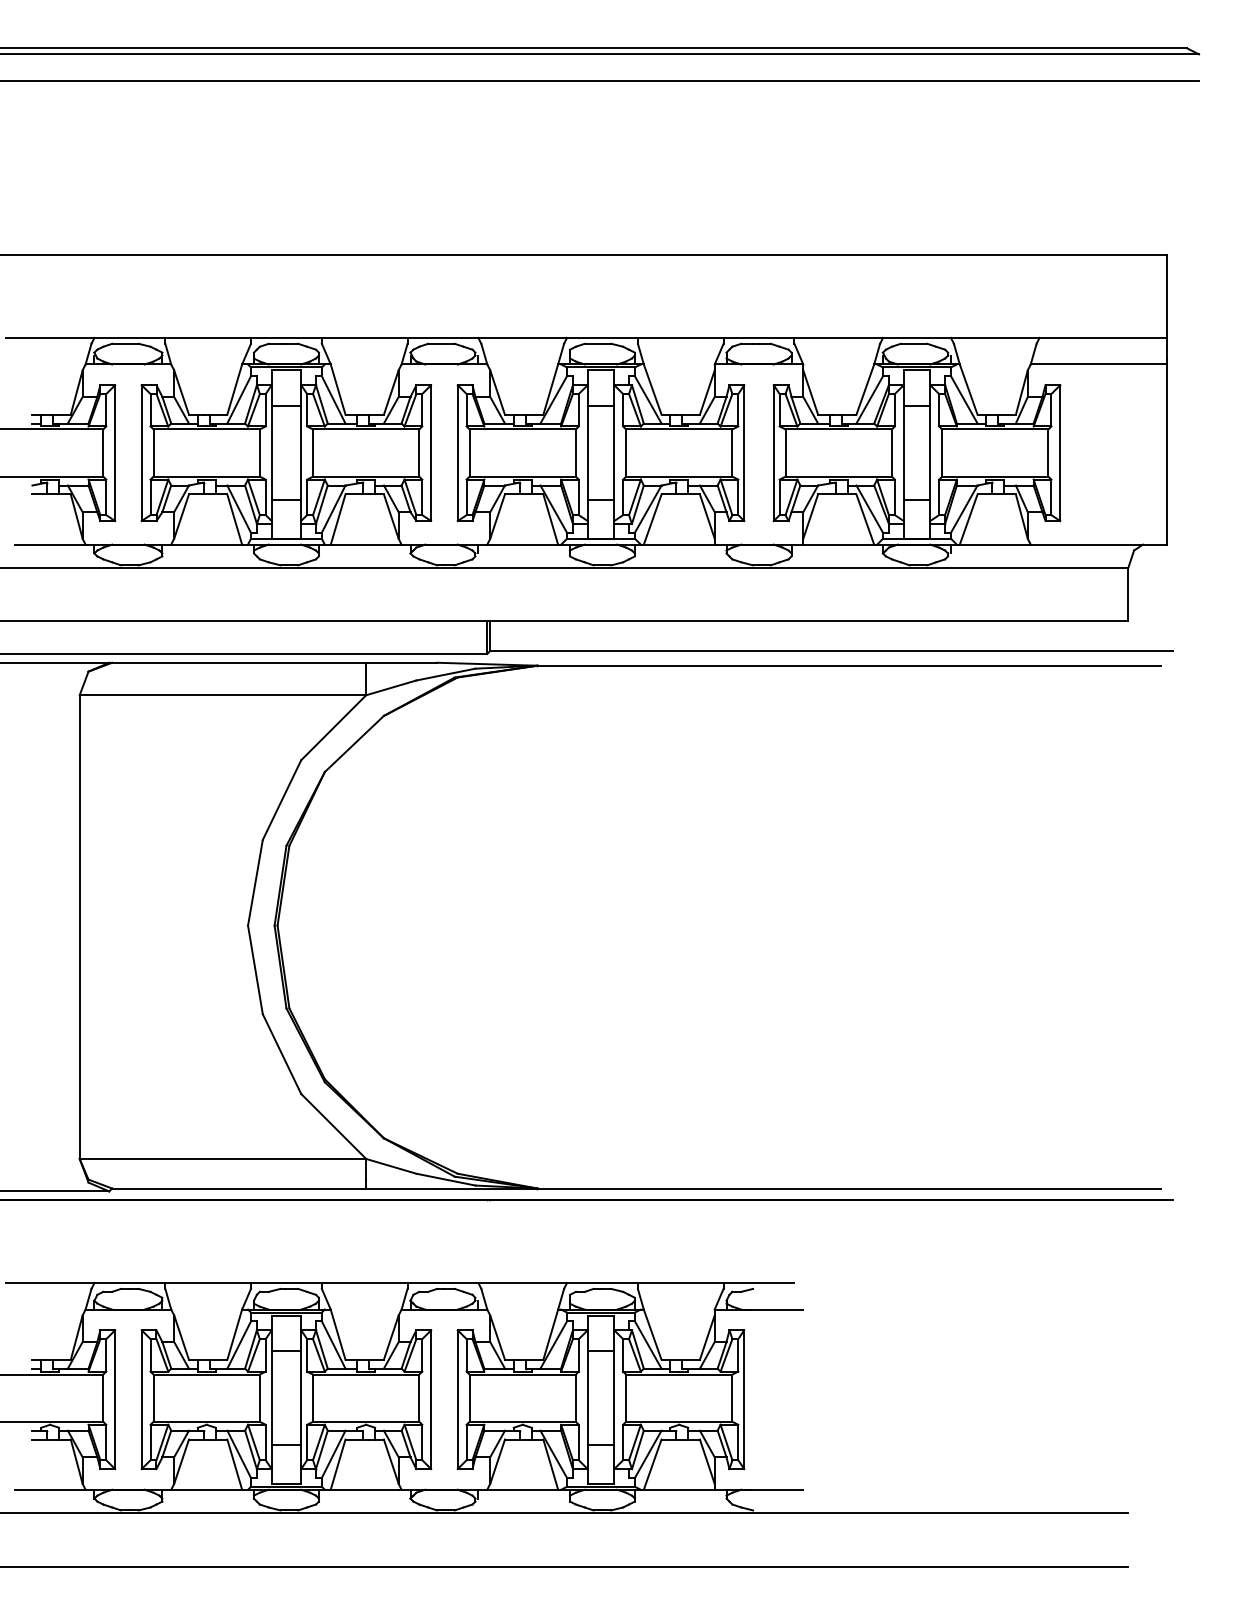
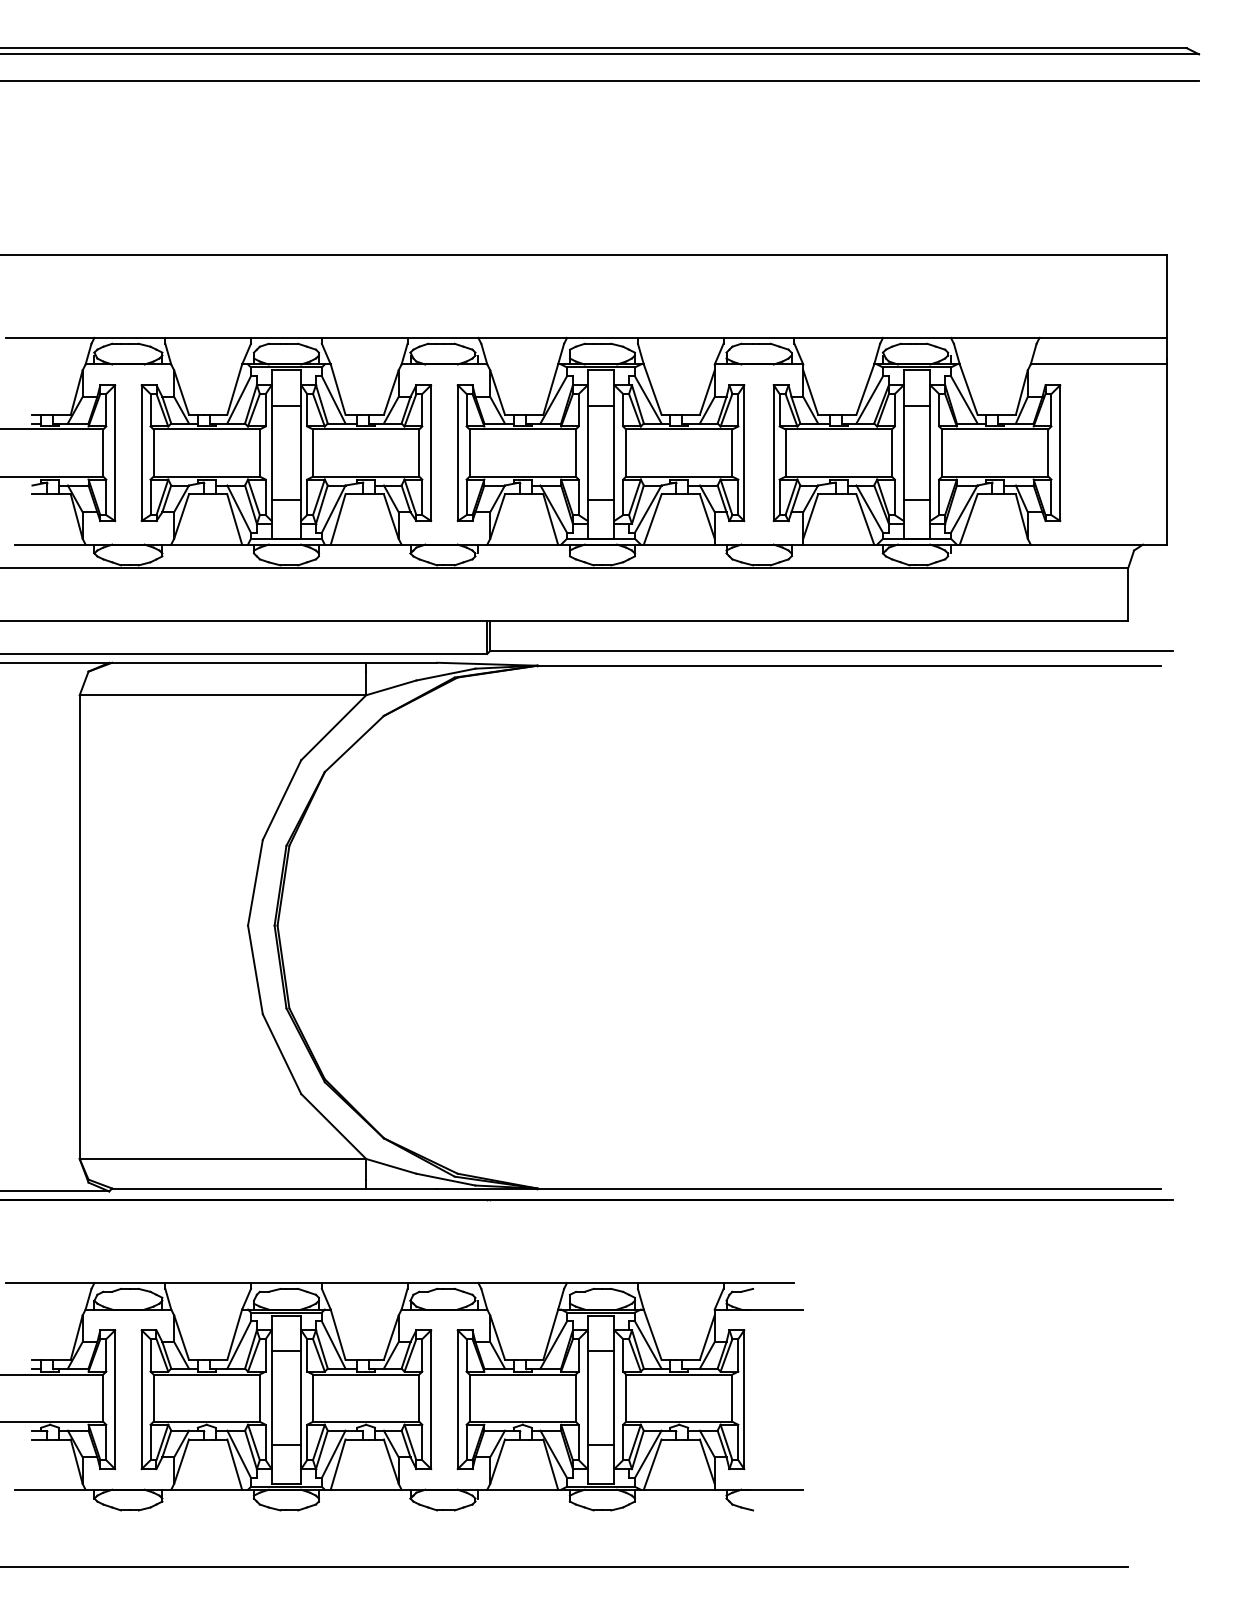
line at (565, 1513): present -> none
